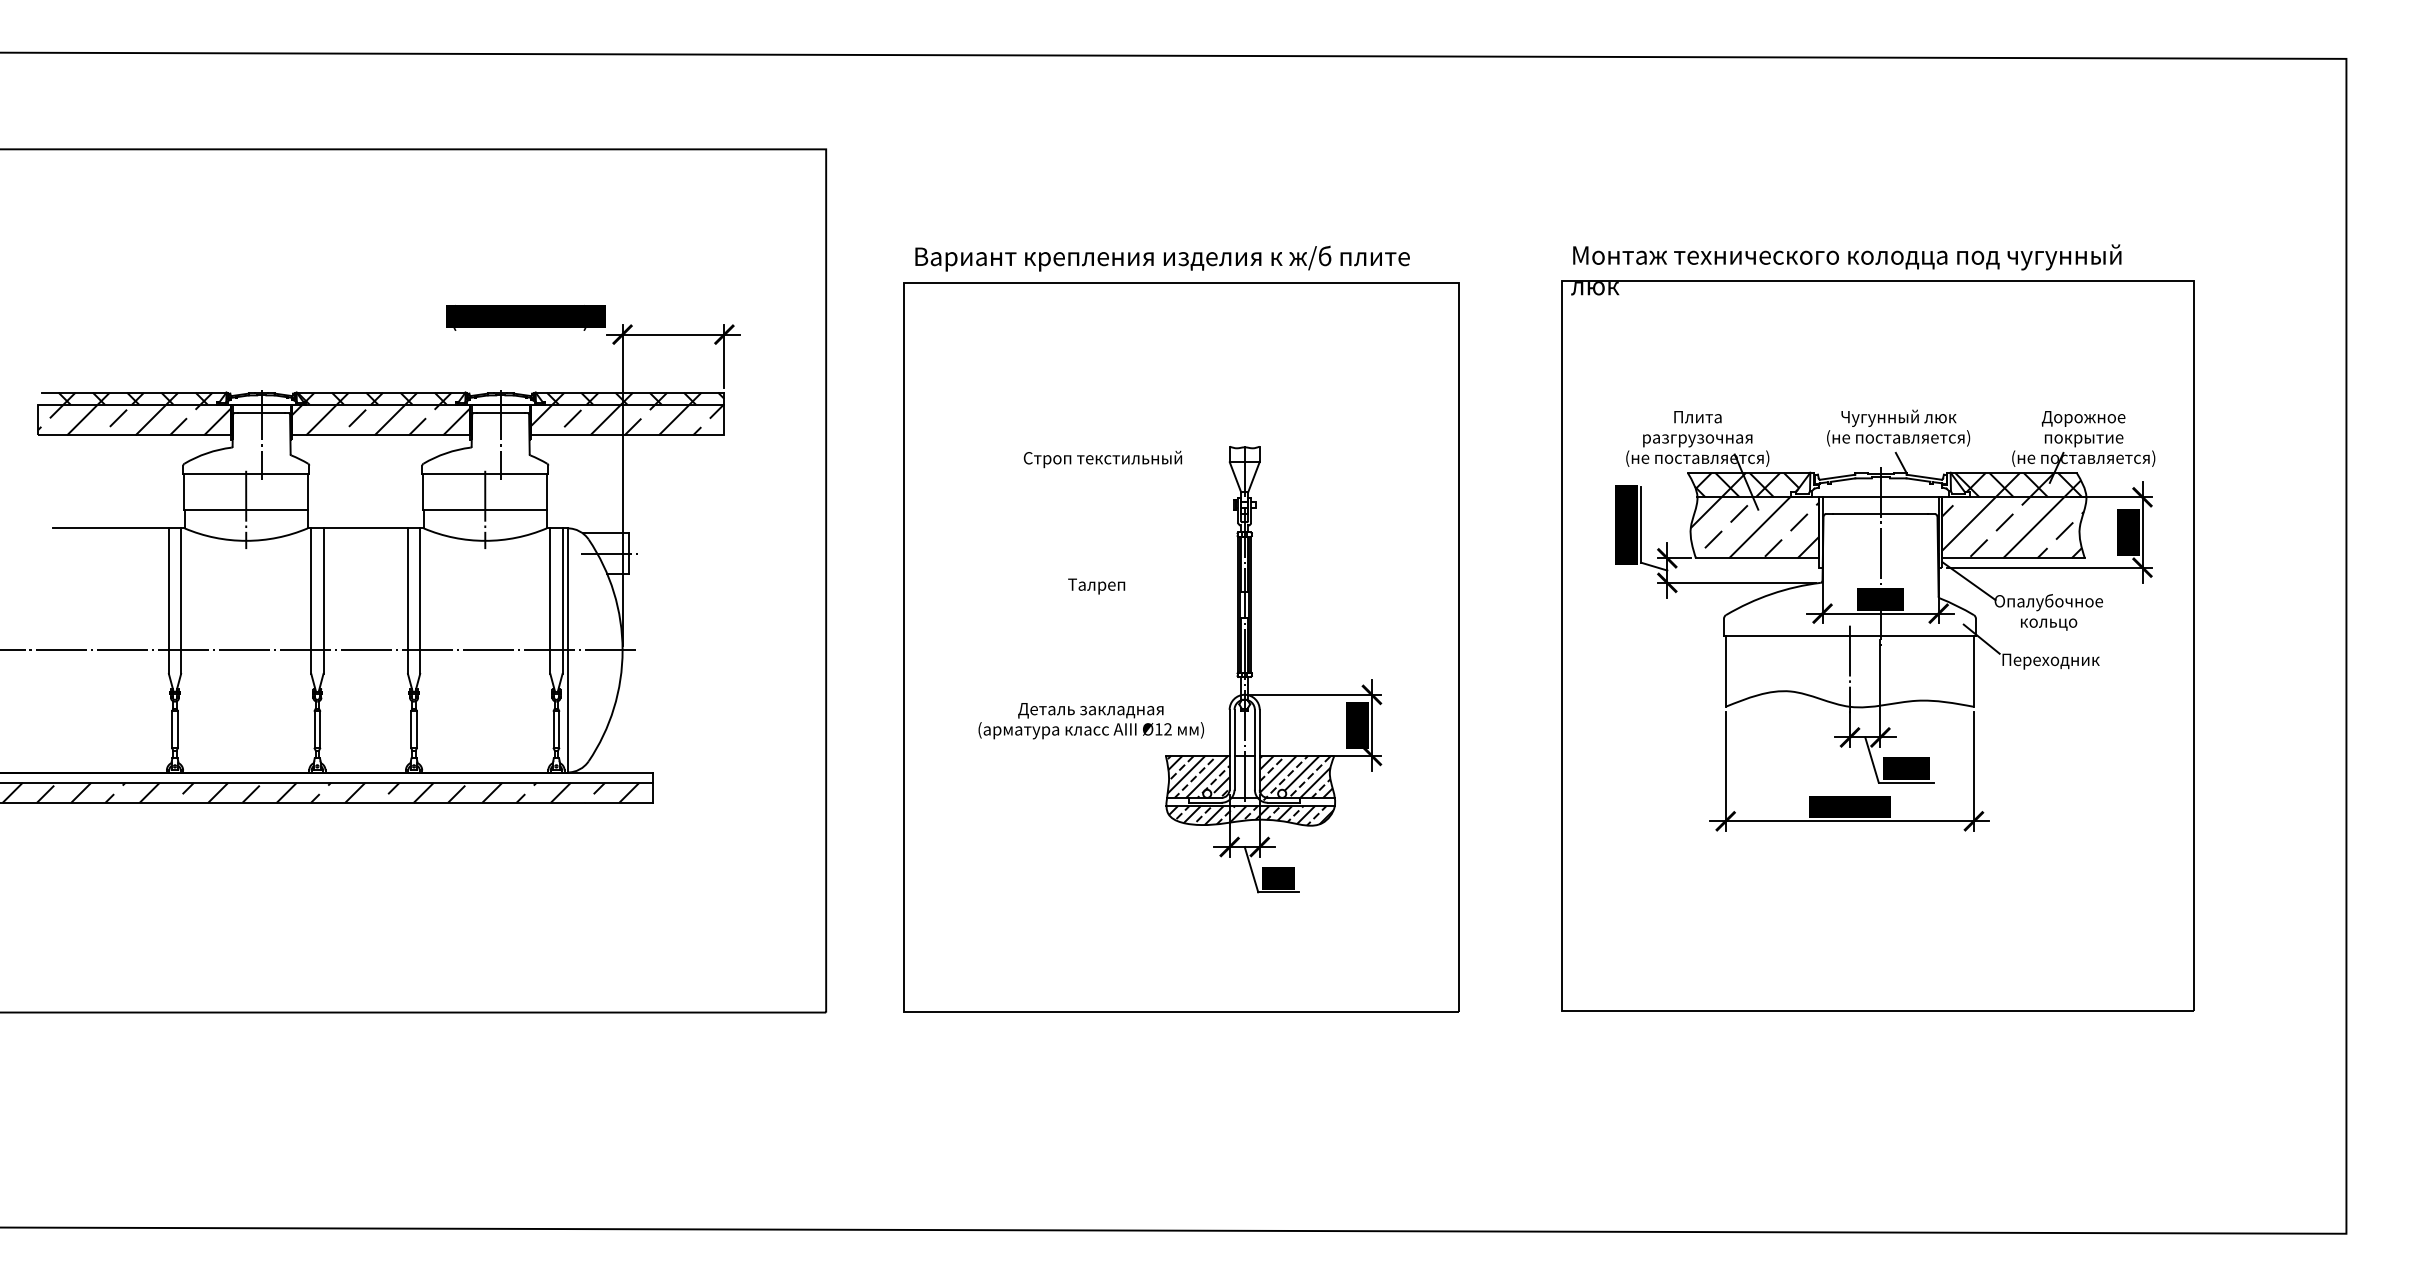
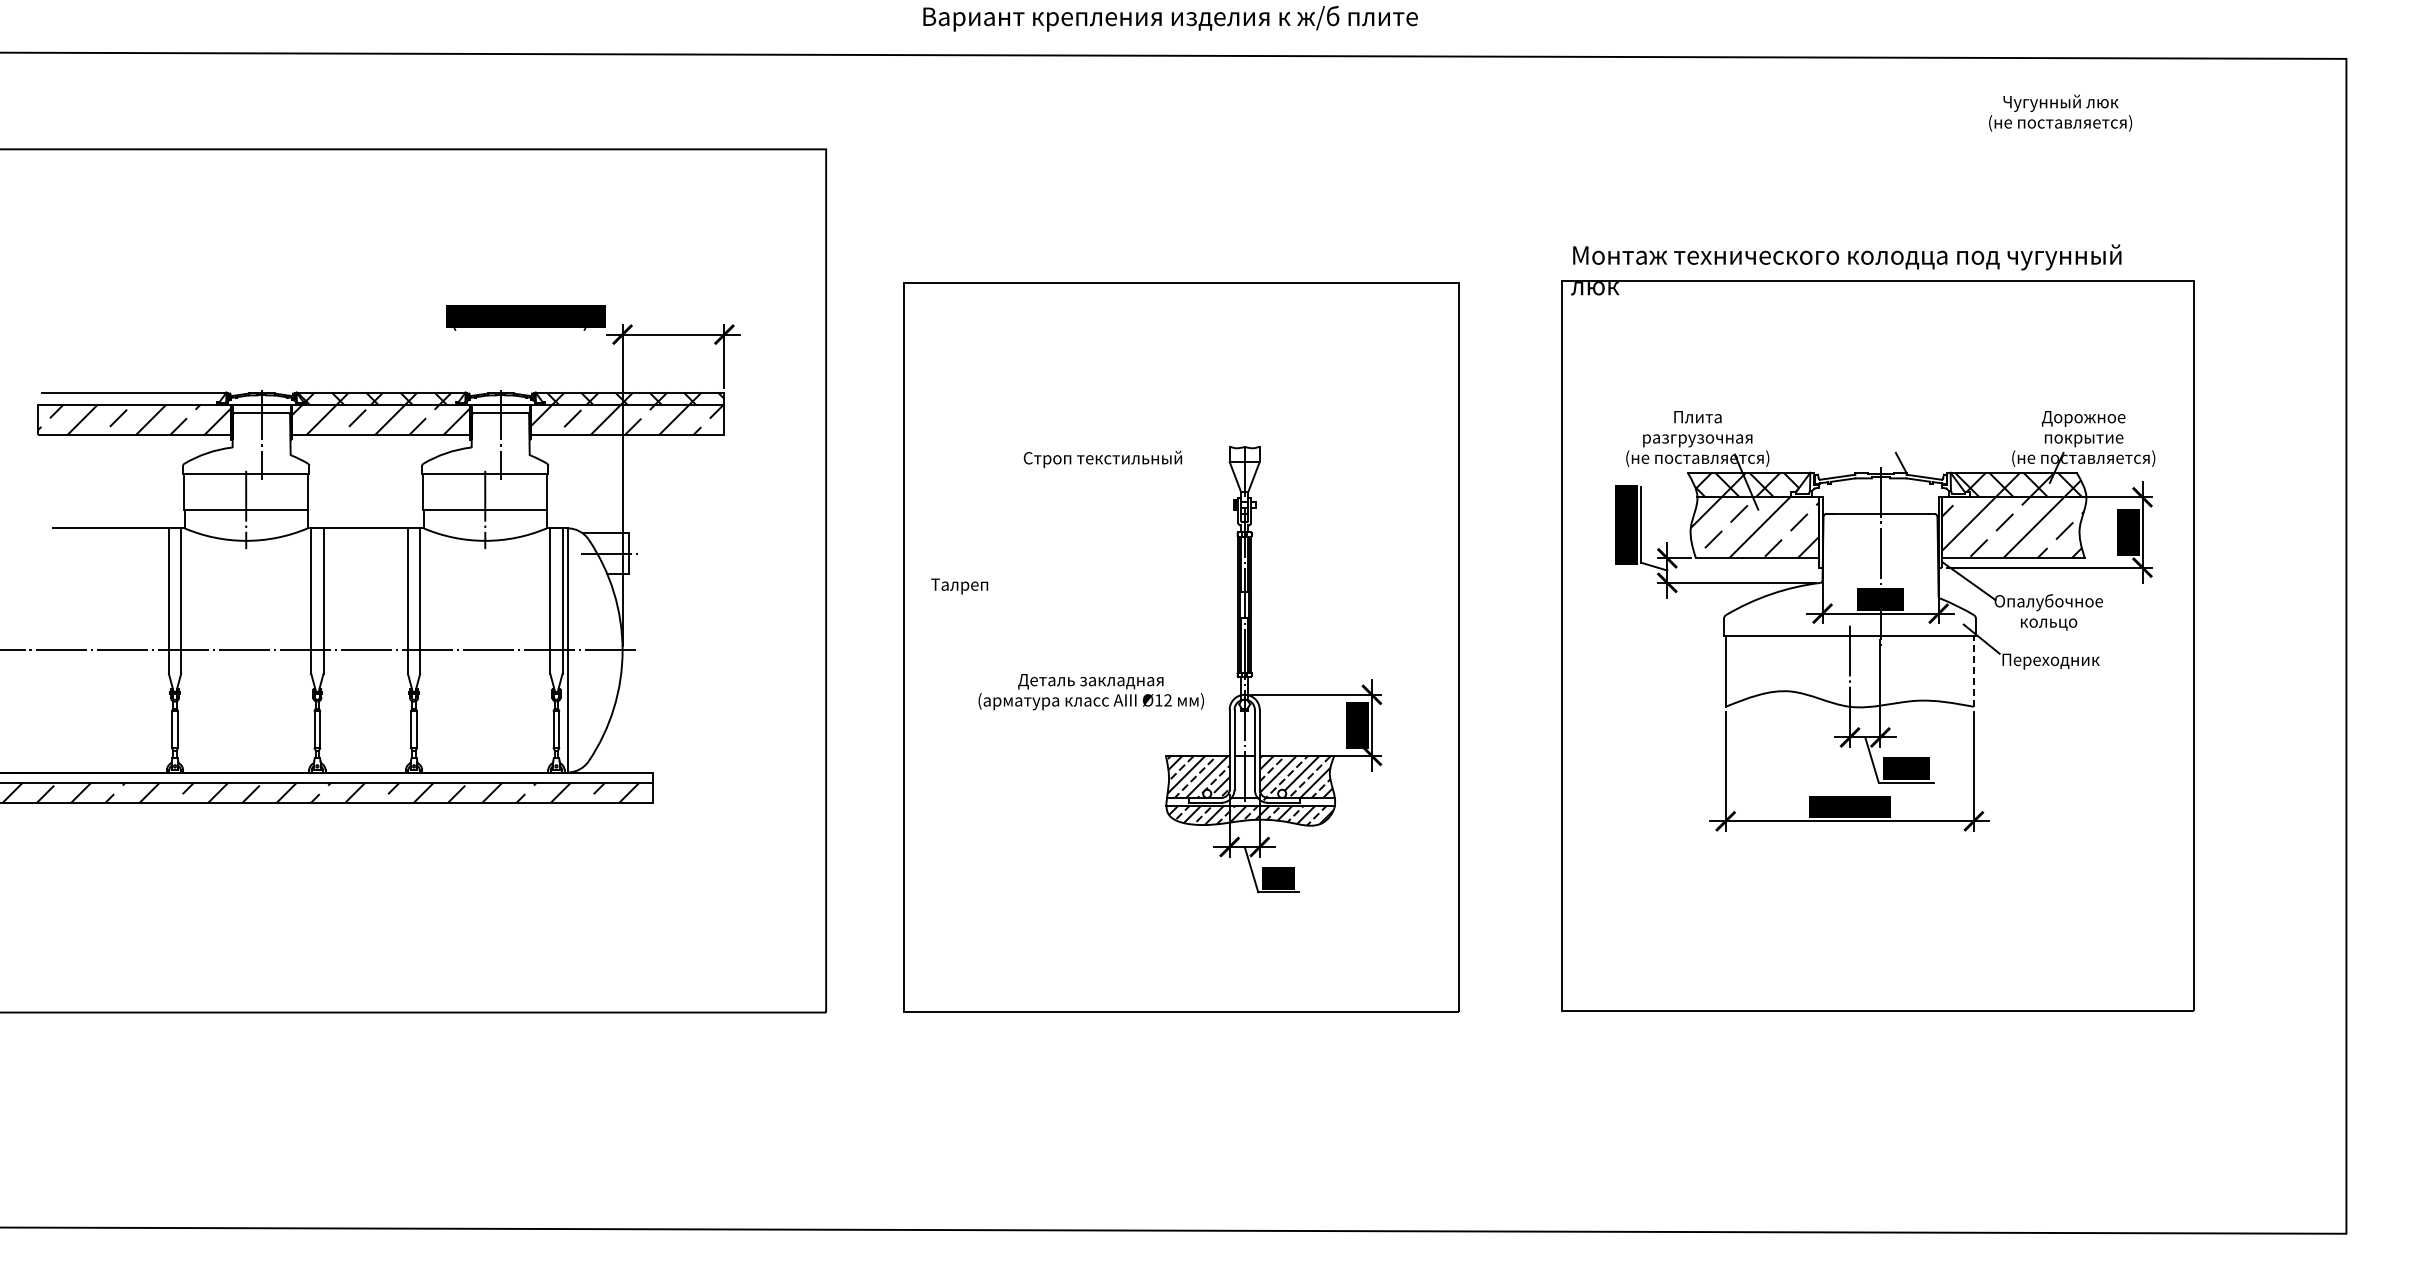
text at (1162, 258) position: (1162, 258) -> (1170, 18)
hatch at (135, 398): present -> none
text at (1898, 427) position: (1898, 427) -> (2060, 112)
line at (1880, 497): present -> none
text at (1096, 586) position: (1096, 586) -> (959, 586)
line at (1973, 671): solid -> dashed
text at (1090, 721) position: (1090, 721) -> (1090, 692)
